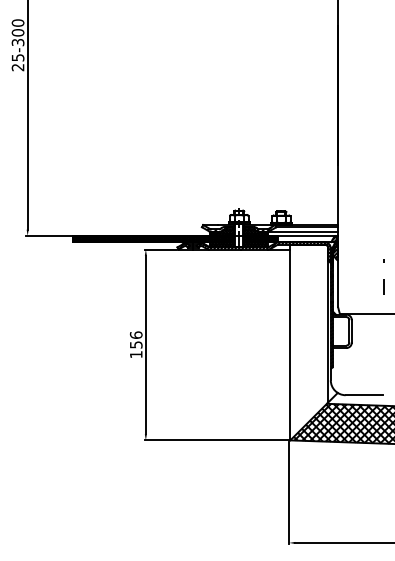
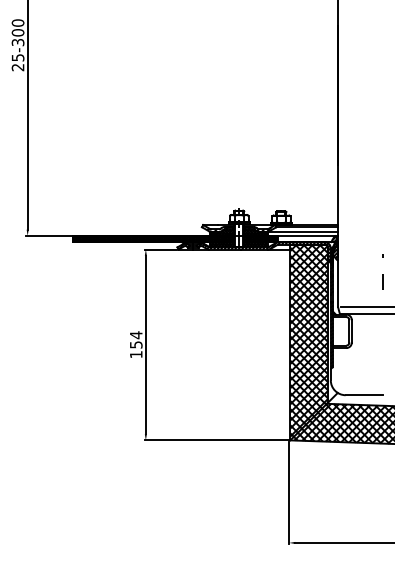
line at (383, 279) position: (383, 279) -> (382, 274)
line at (366, 307): none -> present
text at (135, 335): 156 -> 154
hatch at (309, 340): none -> present
